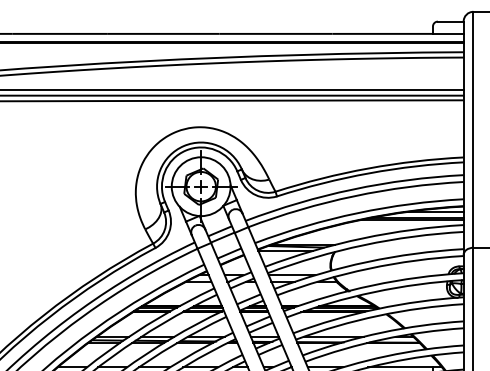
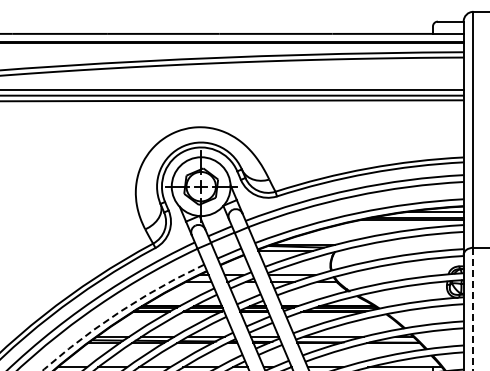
line at (473, 309): solid -> dashed
arc at (120, 311): solid -> dashed
